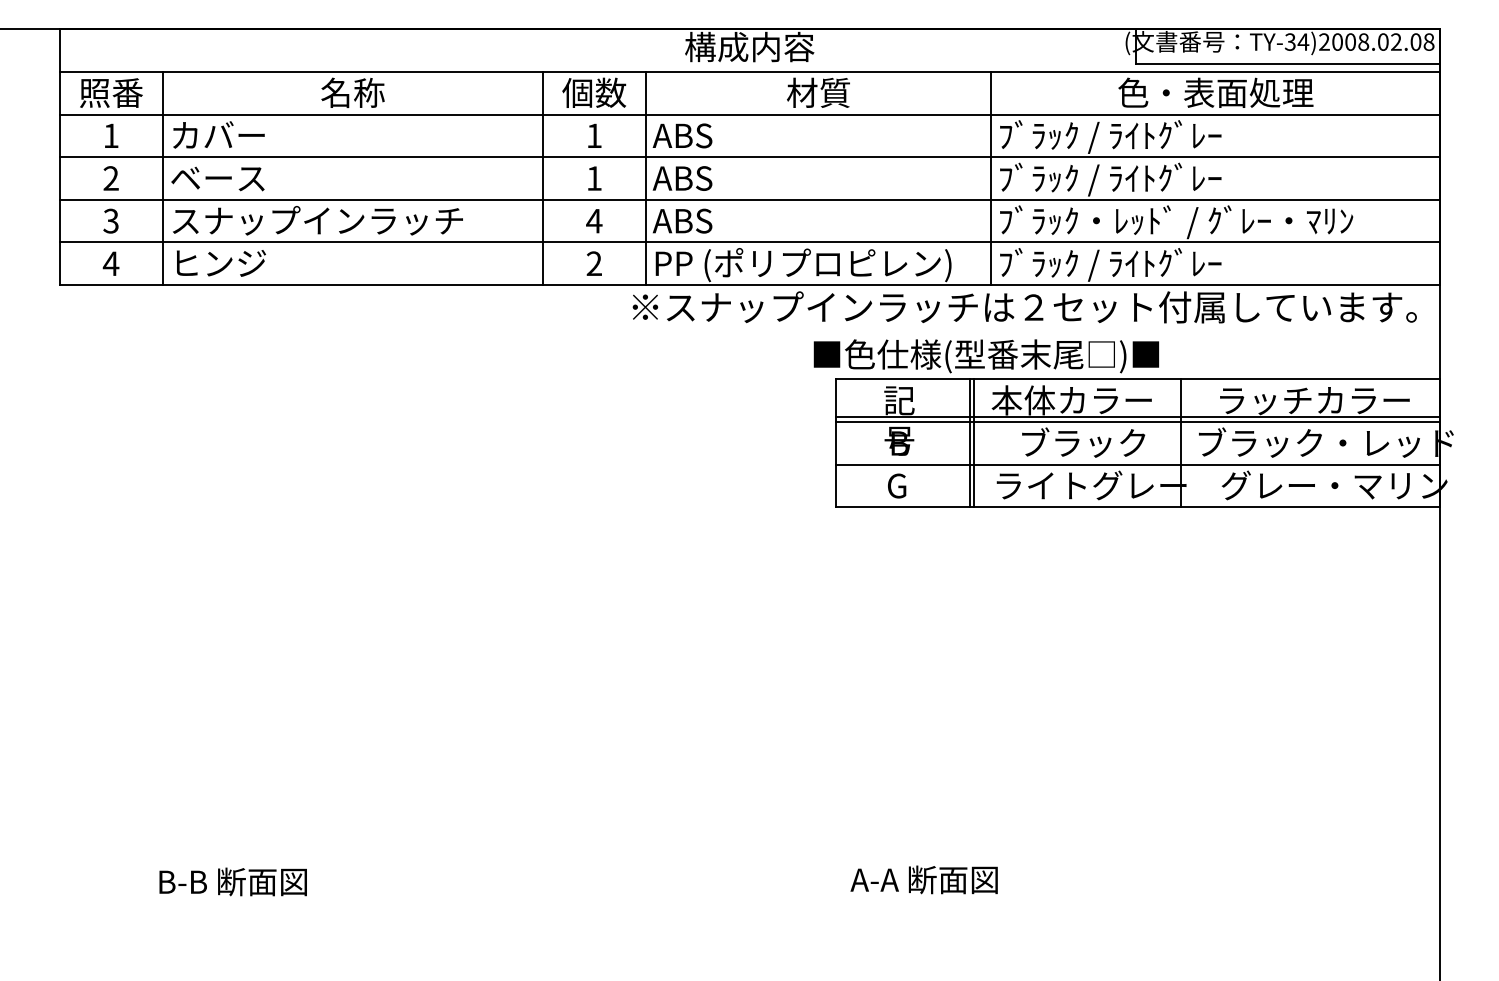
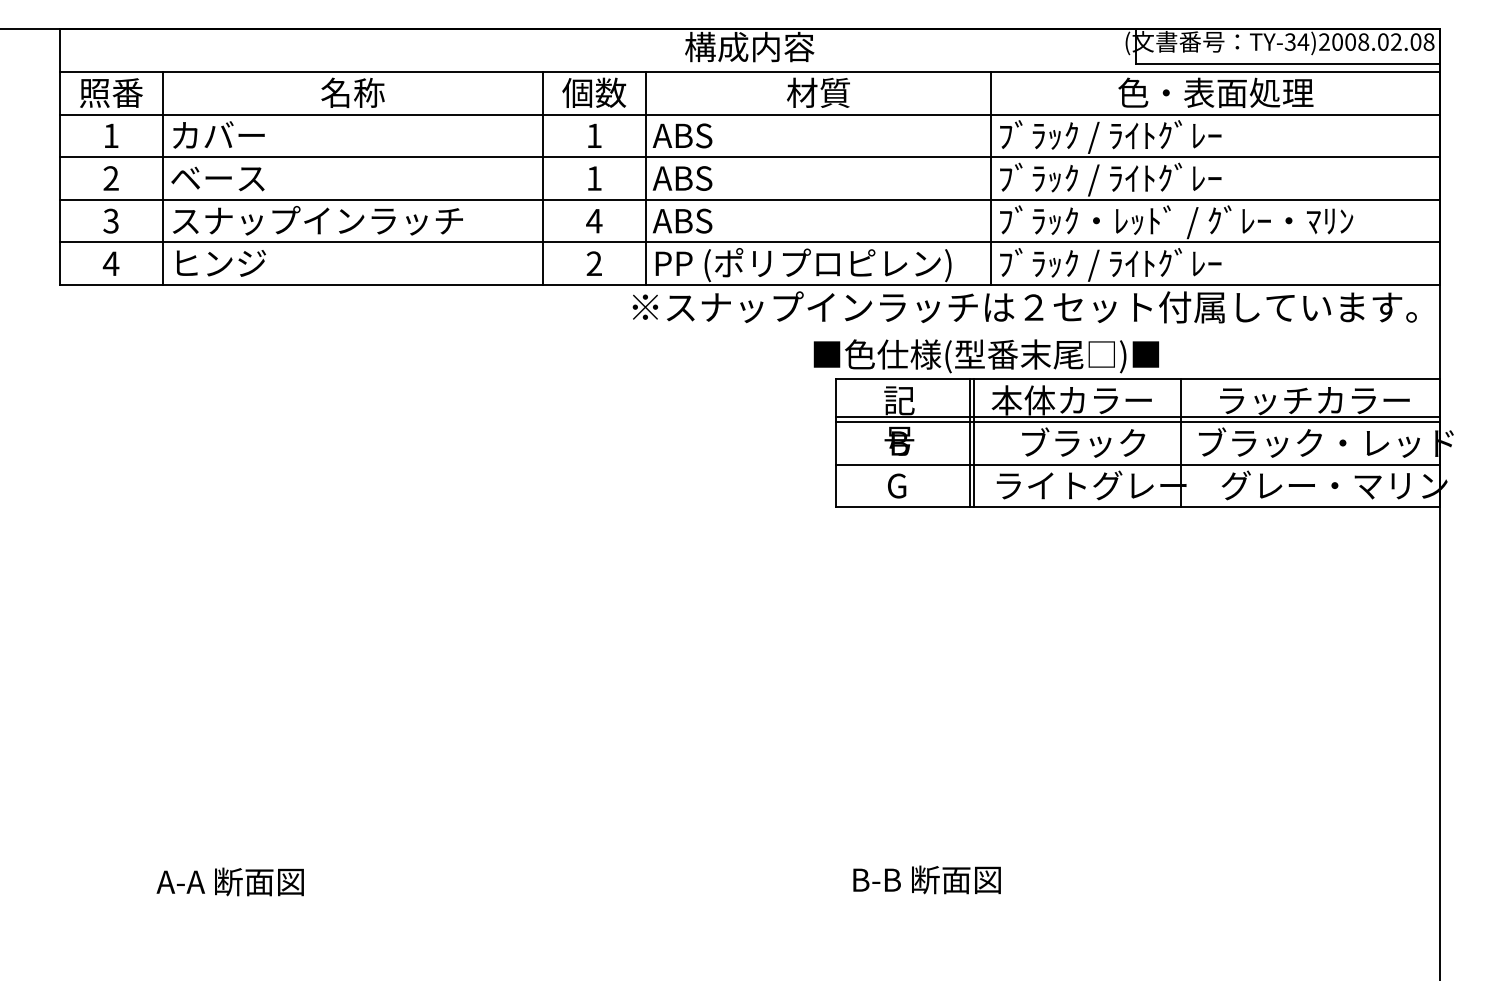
text at (925, 879): A-A 断面図 -> B-B 断面図
text at (231, 881): B-B 断面図 -> A-A 断面図
